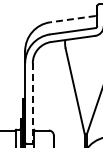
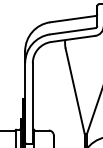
line at (72, 19): dashed -> solid
line at (32, 104): dashed -> solid
